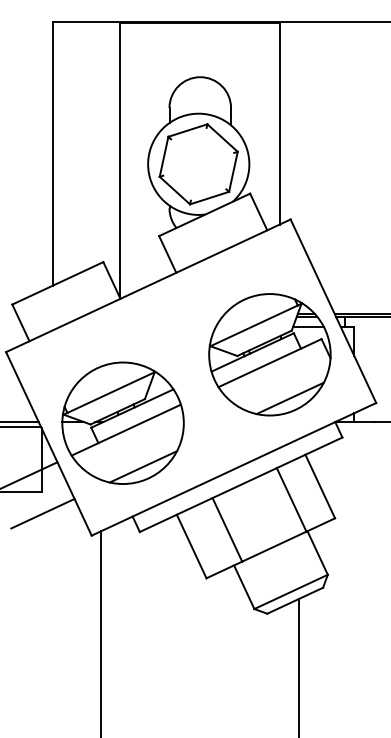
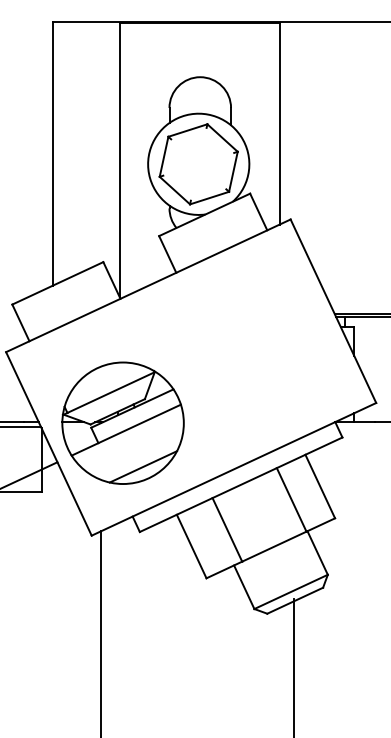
part at (269, 354): present -> none
line at (42, 513): present -> none
line at (298, 666) position: (298, 666) -> (293, 666)
